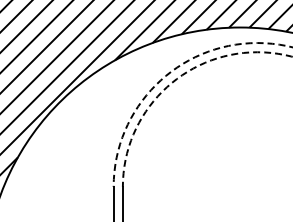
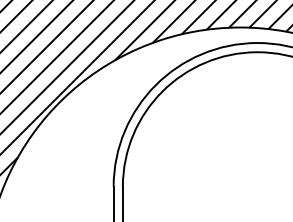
arc at (169, 72): dashed -> solid
arc at (174, 80): dashed -> solid
